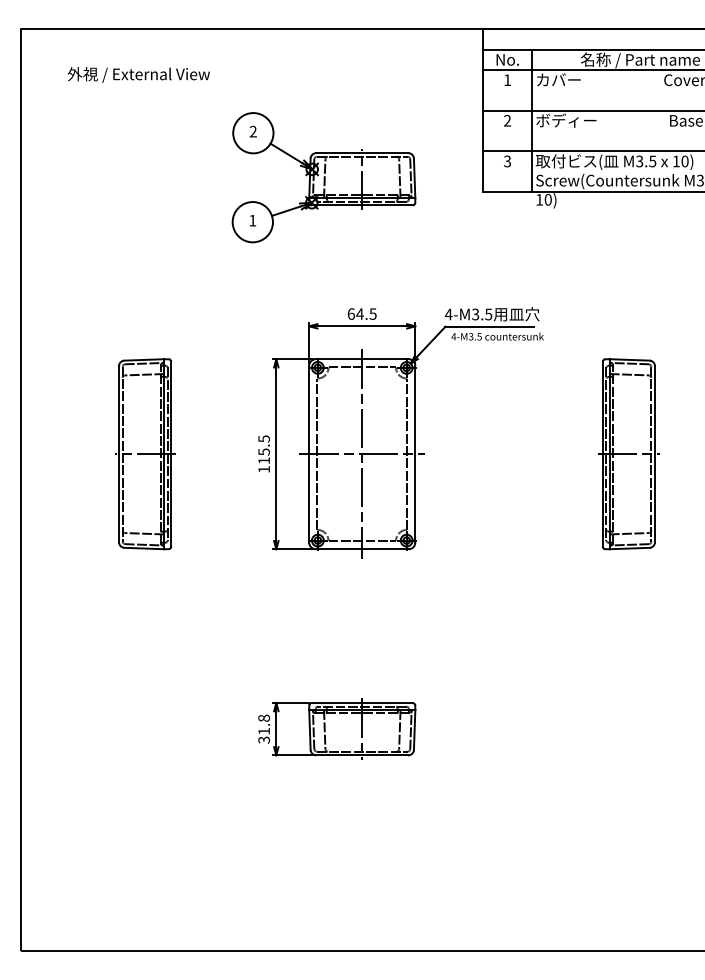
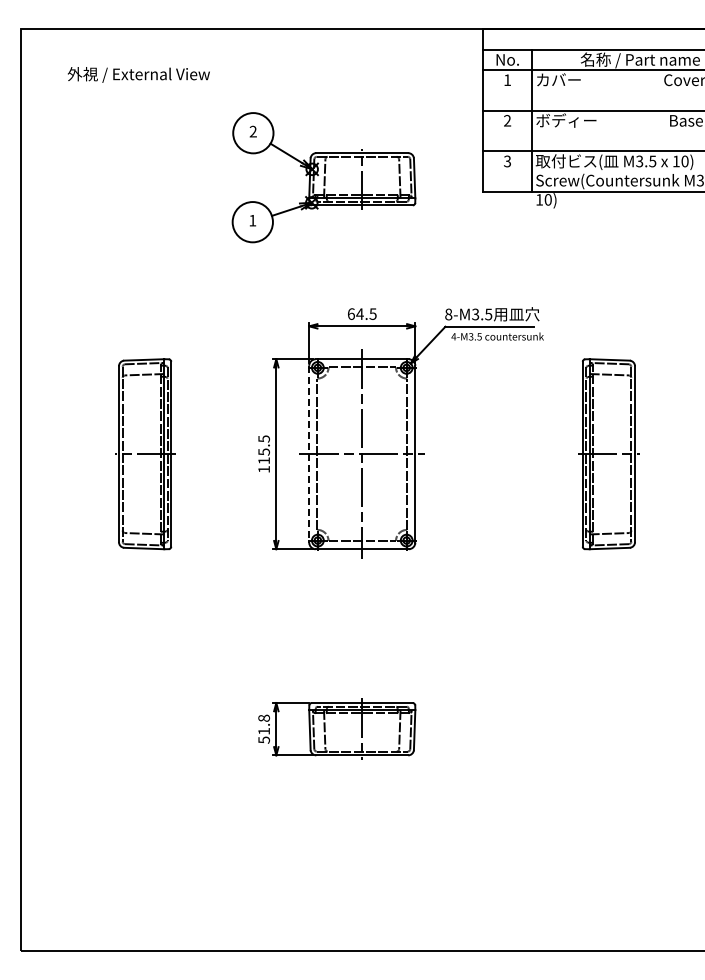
text at (448, 314): 4-M3.5 -> 8-M3.5
line at (309, 454): solid -> dashed
part at (628, 454) position: (628, 454) -> (608, 454)
text at (263, 739): 31.8 -> 51.8
